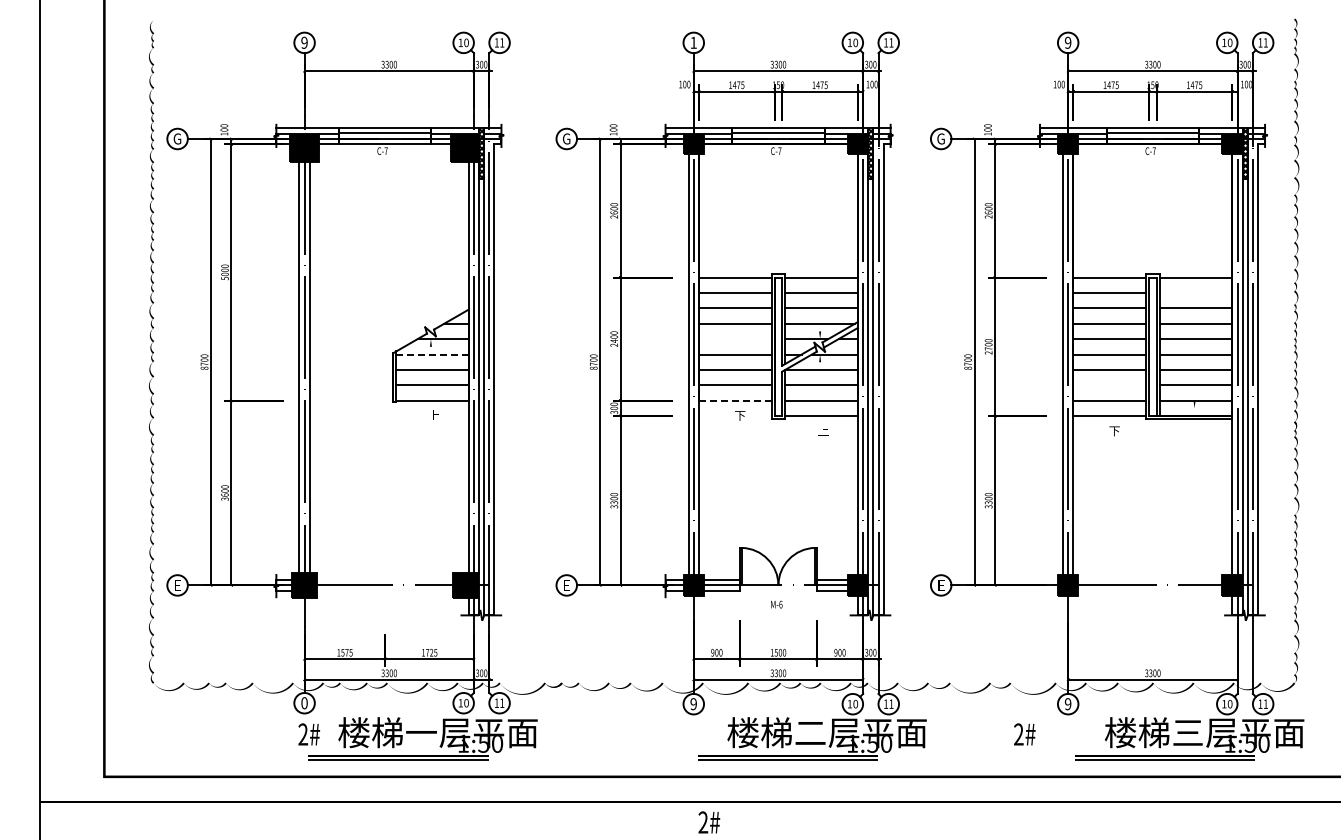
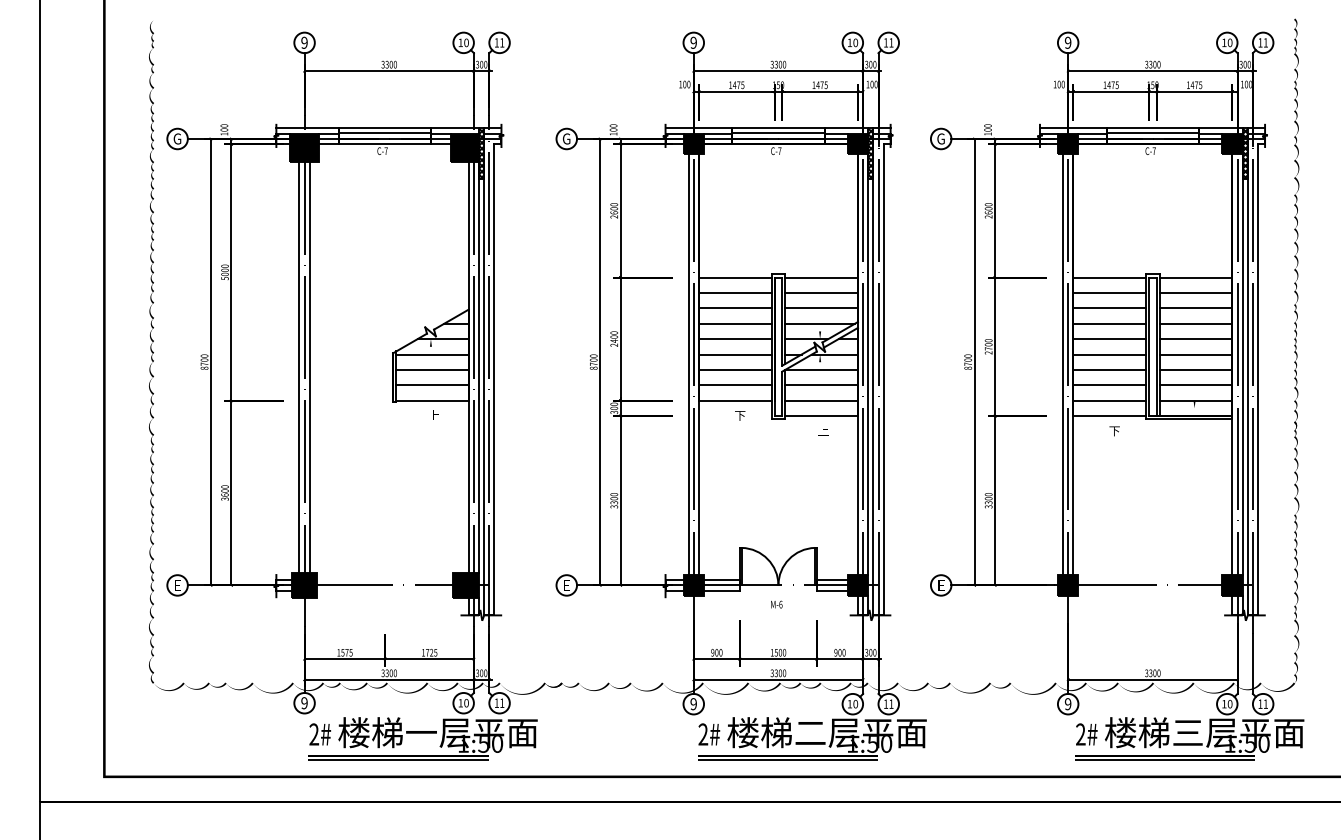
text at (693, 42): 1 -> 9
line at (1195, 292): none -> present
line at (734, 339): none -> present
line at (432, 354): dashed -> solid
line at (1109, 385): none -> present
line at (734, 400): dashed -> solid
text at (304, 703): 0 -> 9
text at (308, 734) position: (308, 734) -> (319, 734)
text at (1024, 734) position: (1024, 734) -> (1086, 734)
text at (709, 822) position: (709, 822) -> (709, 734)
